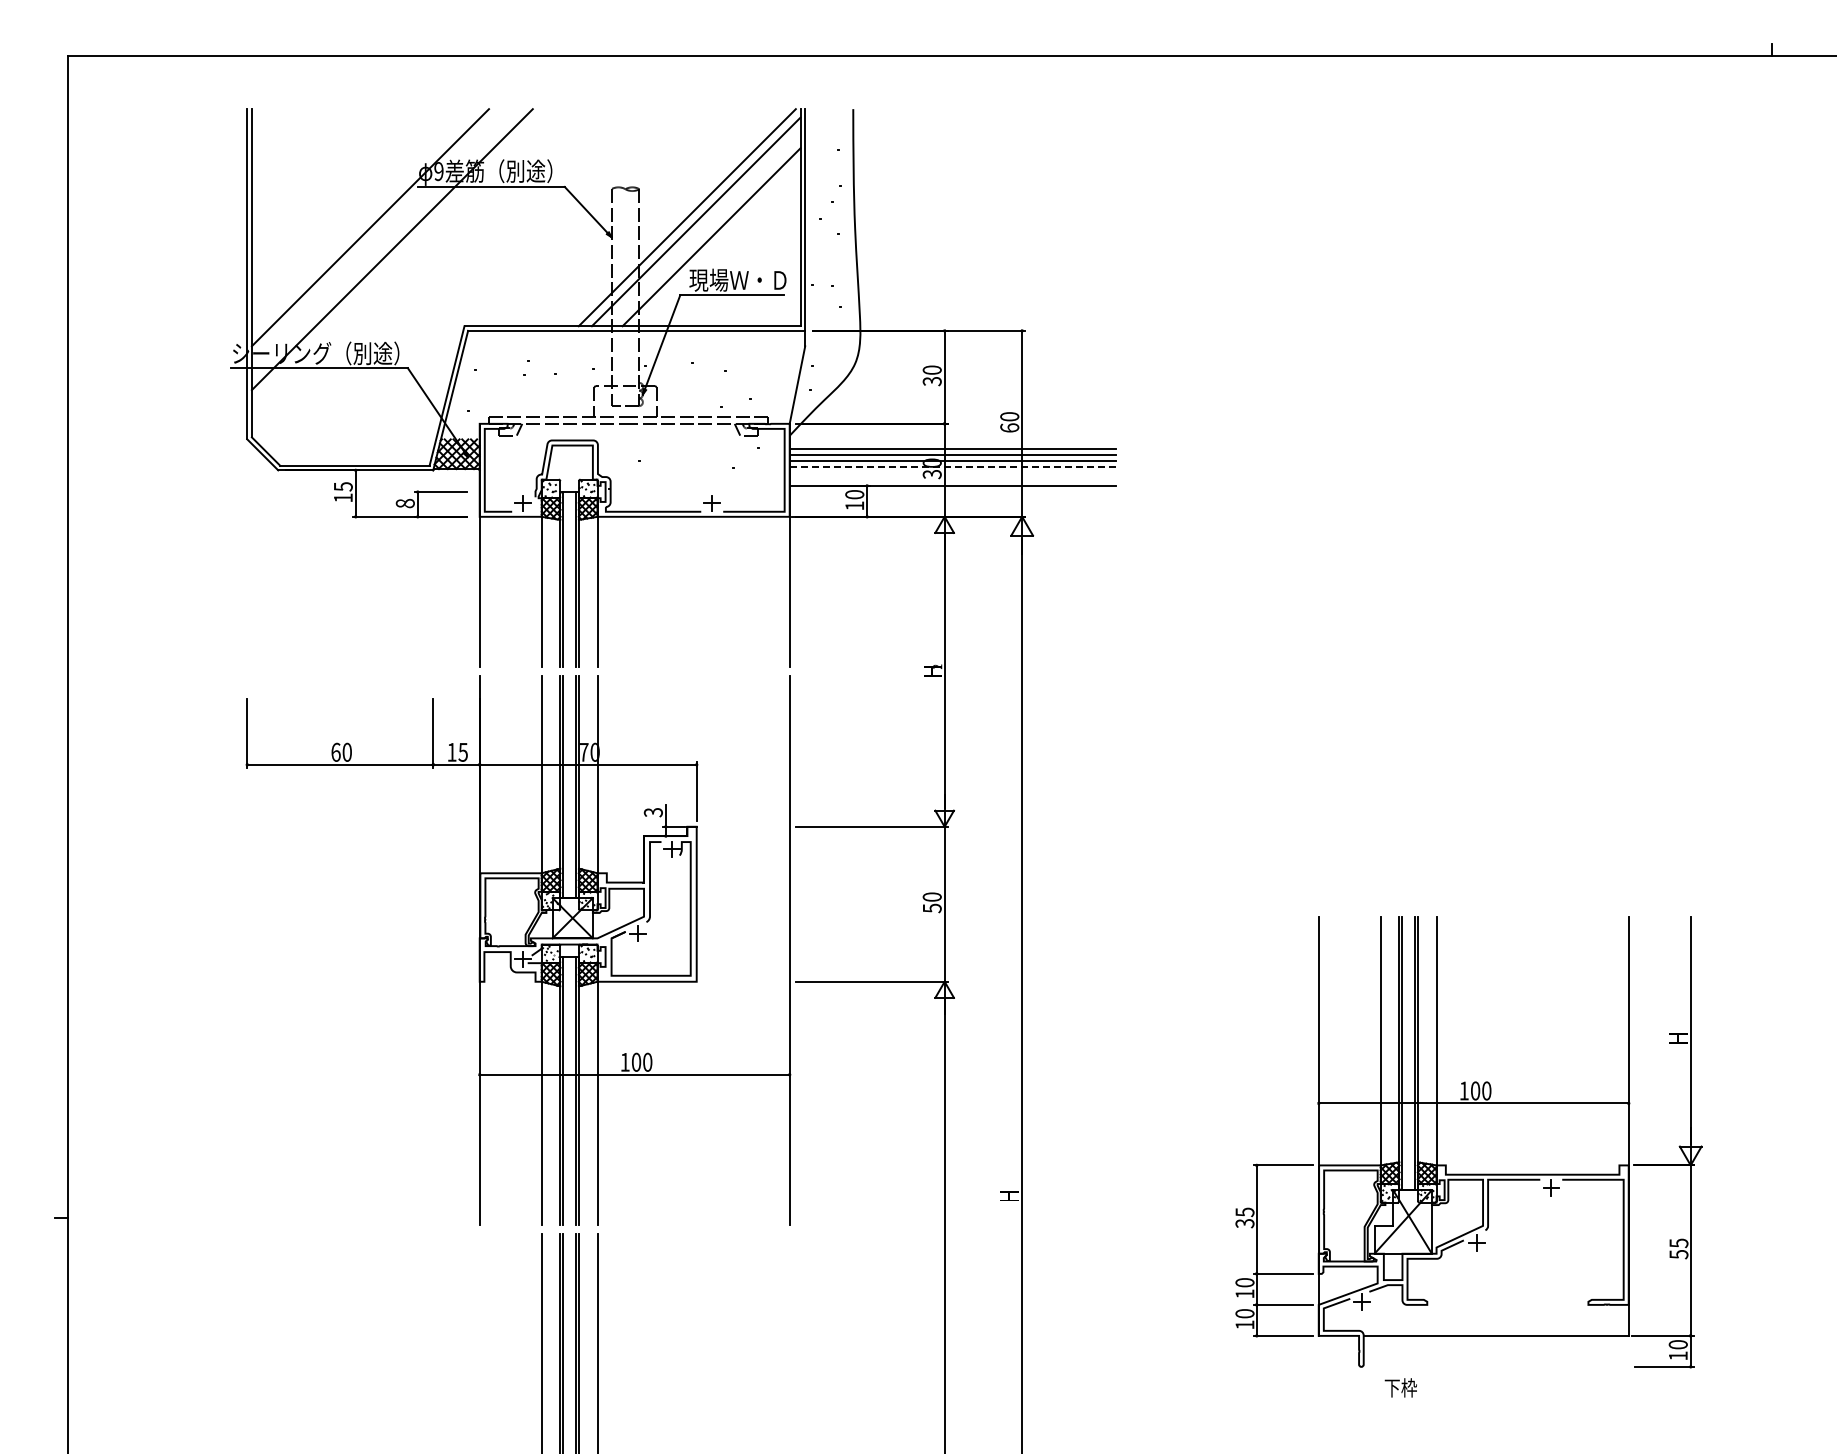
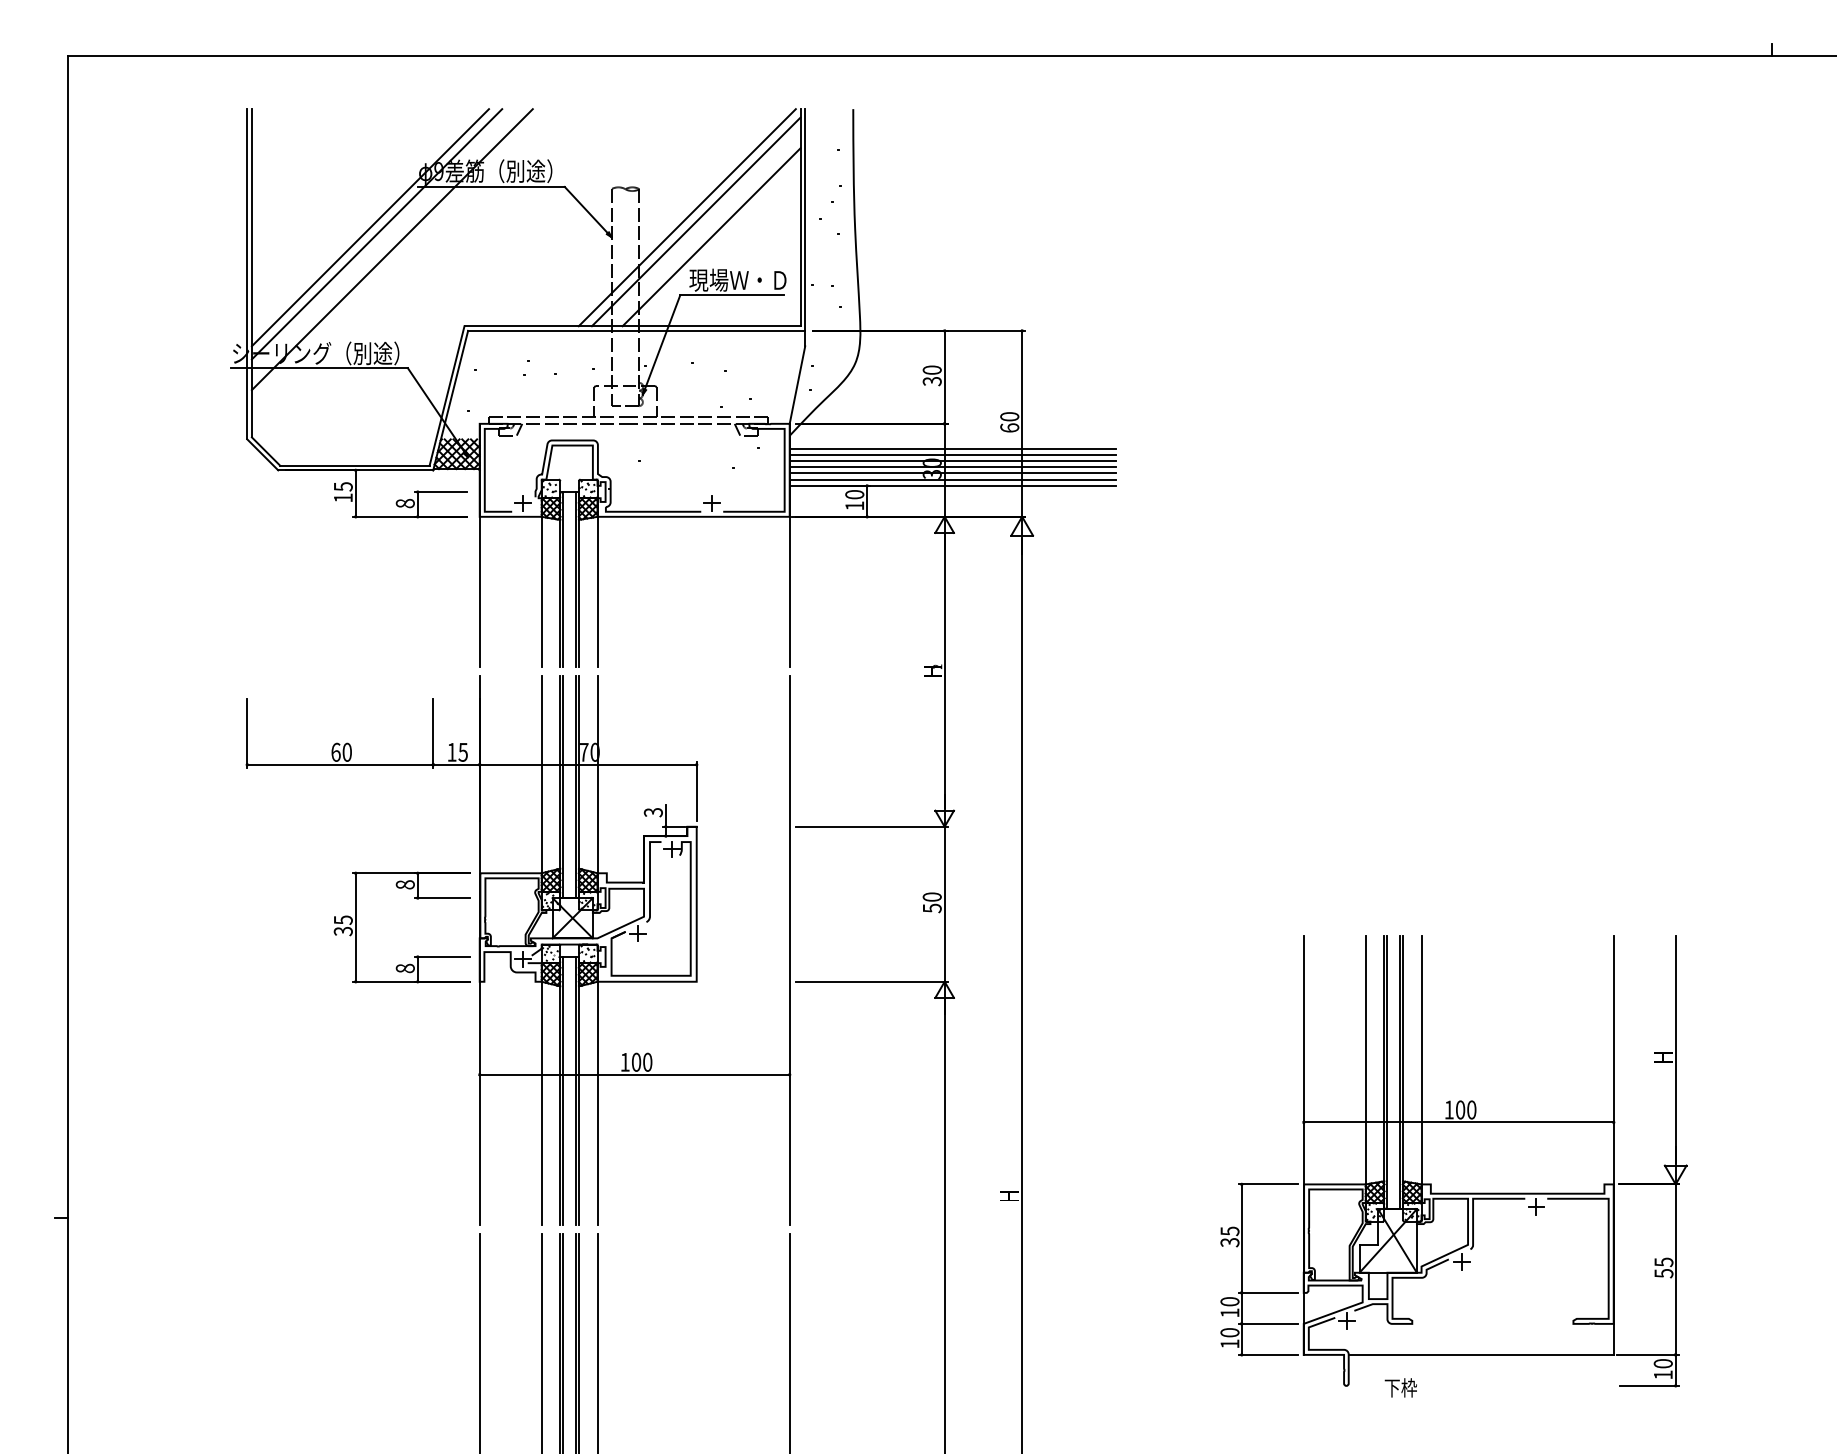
line at (376, 234): none -> present
line at (953, 467): dashed -> solid
line at (952, 473): none -> present
line at (952, 479): none -> present
part at (416, 899): none -> present
part at (1468, 1142) position: (1468, 1142) -> (1453, 1161)
line at (479, 1342): none -> present
line at (789, 1342): none -> present
